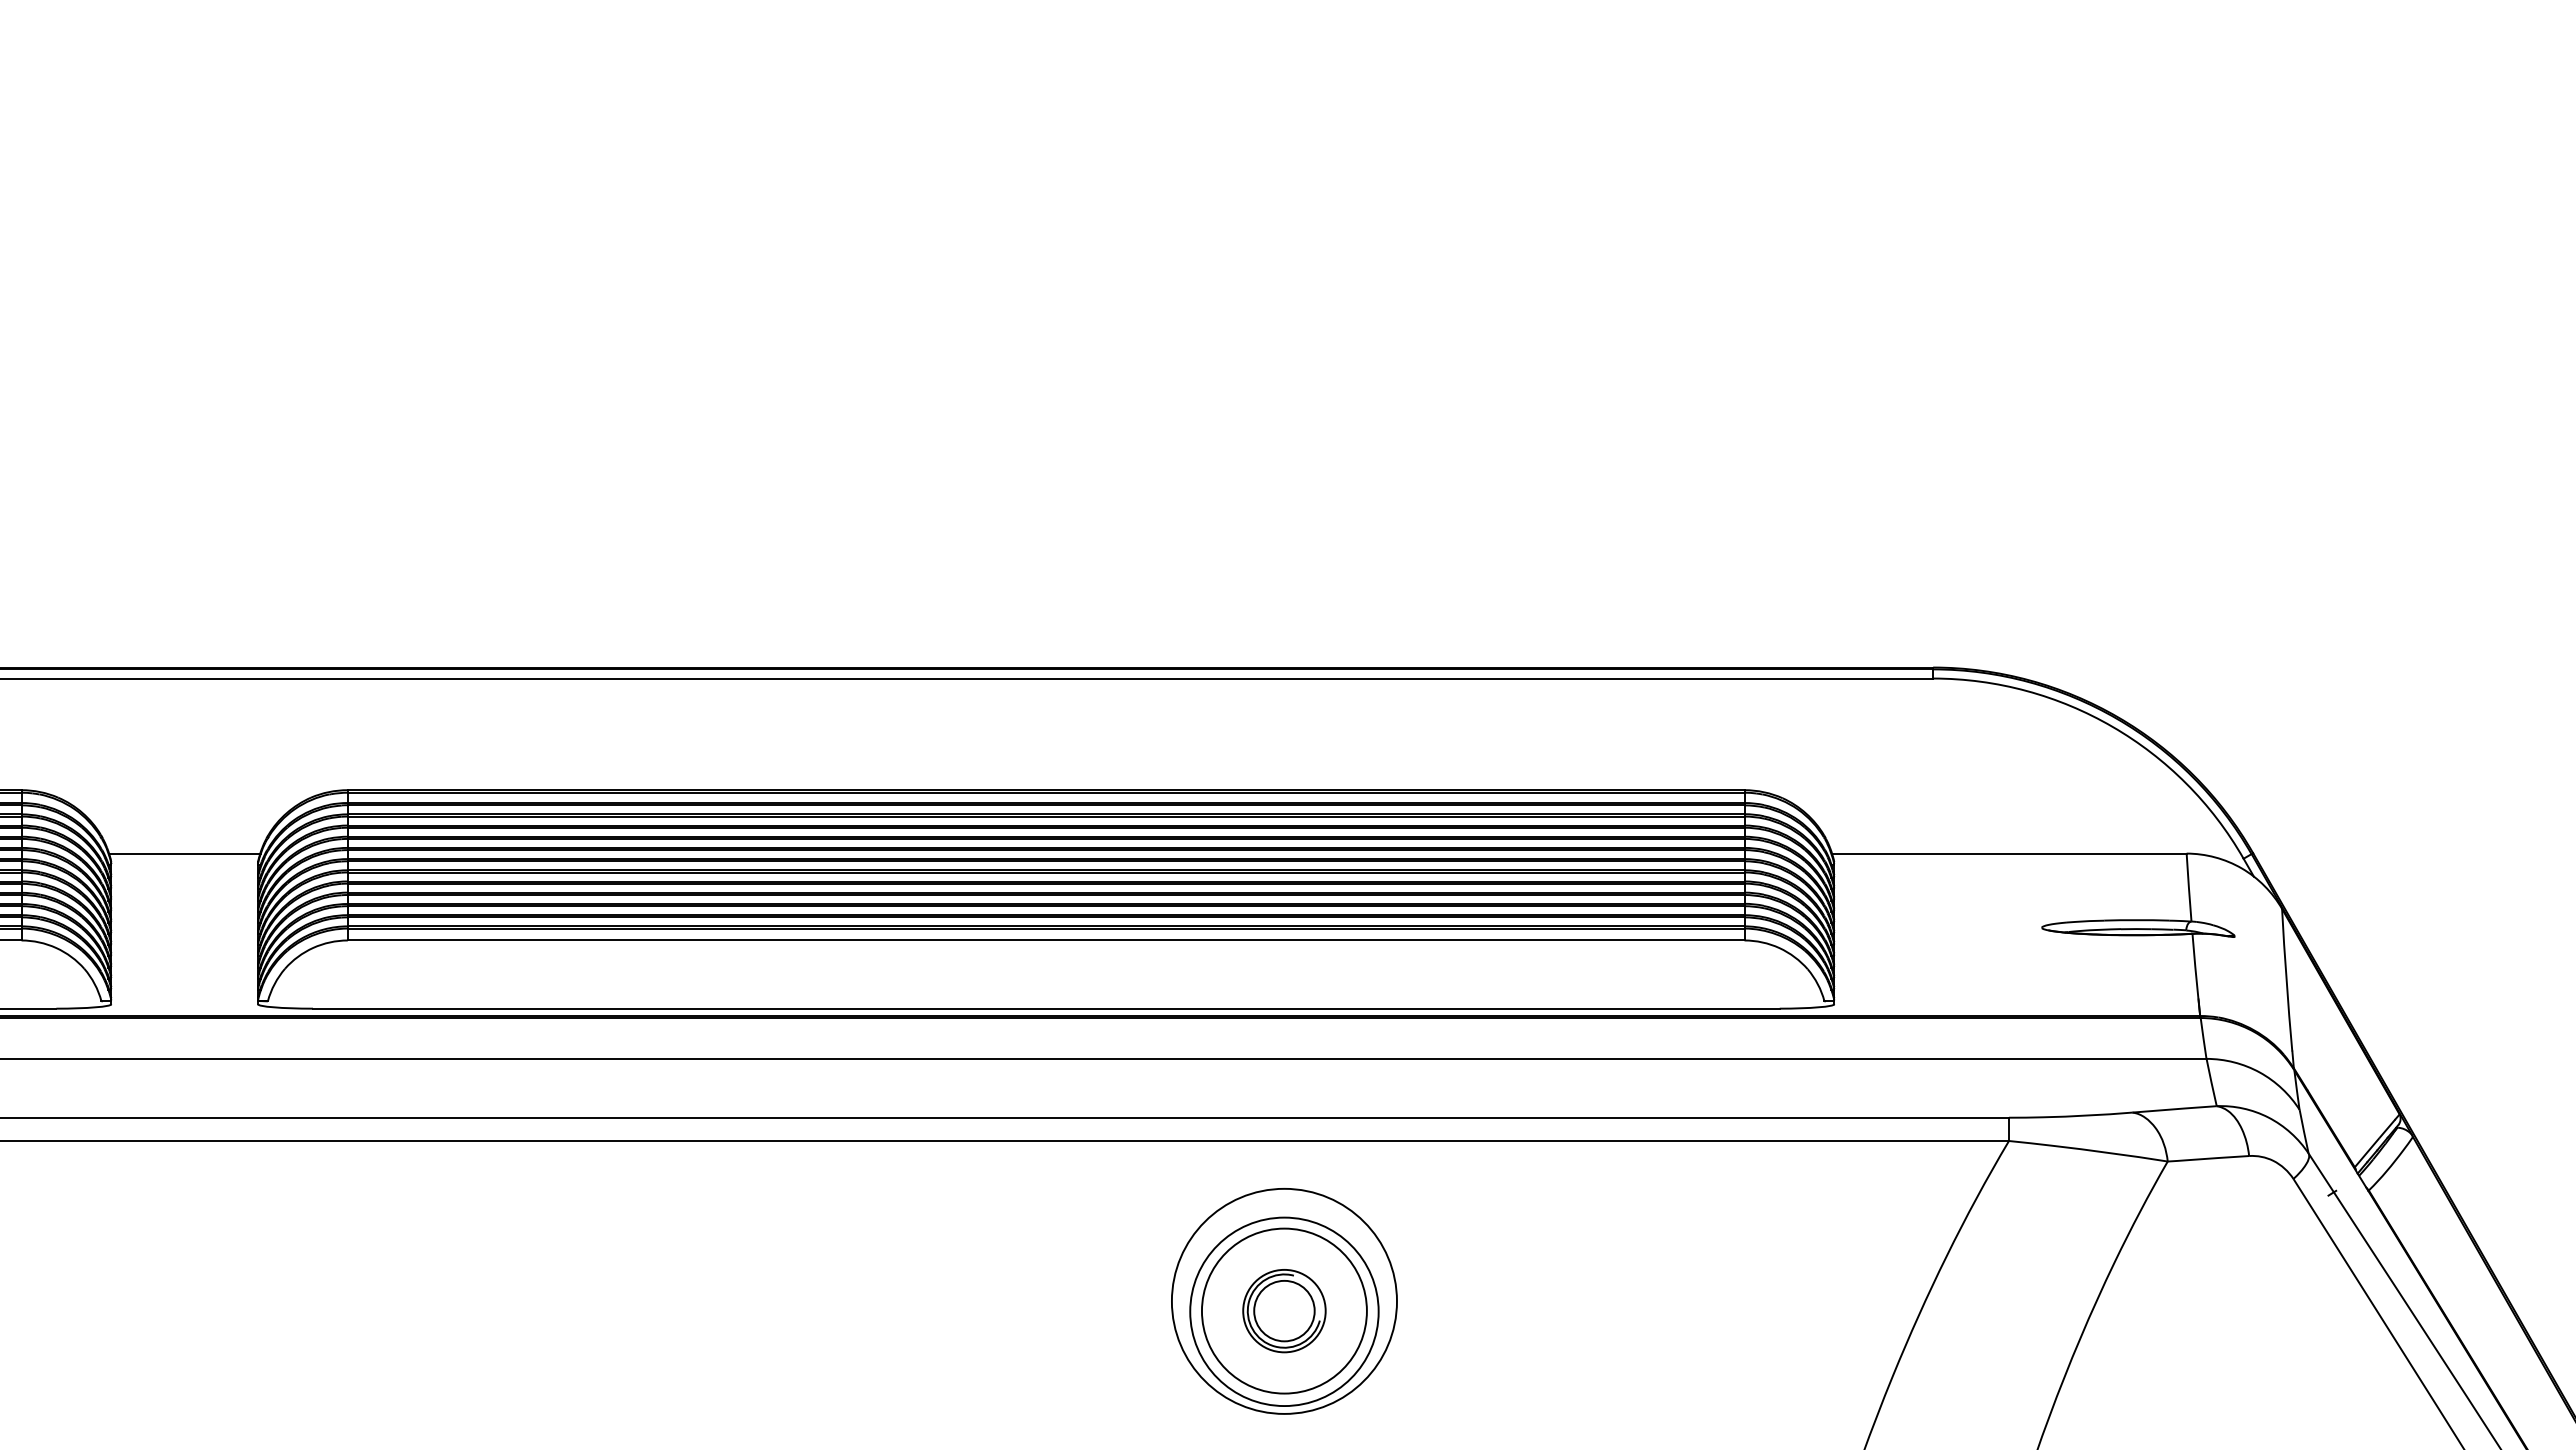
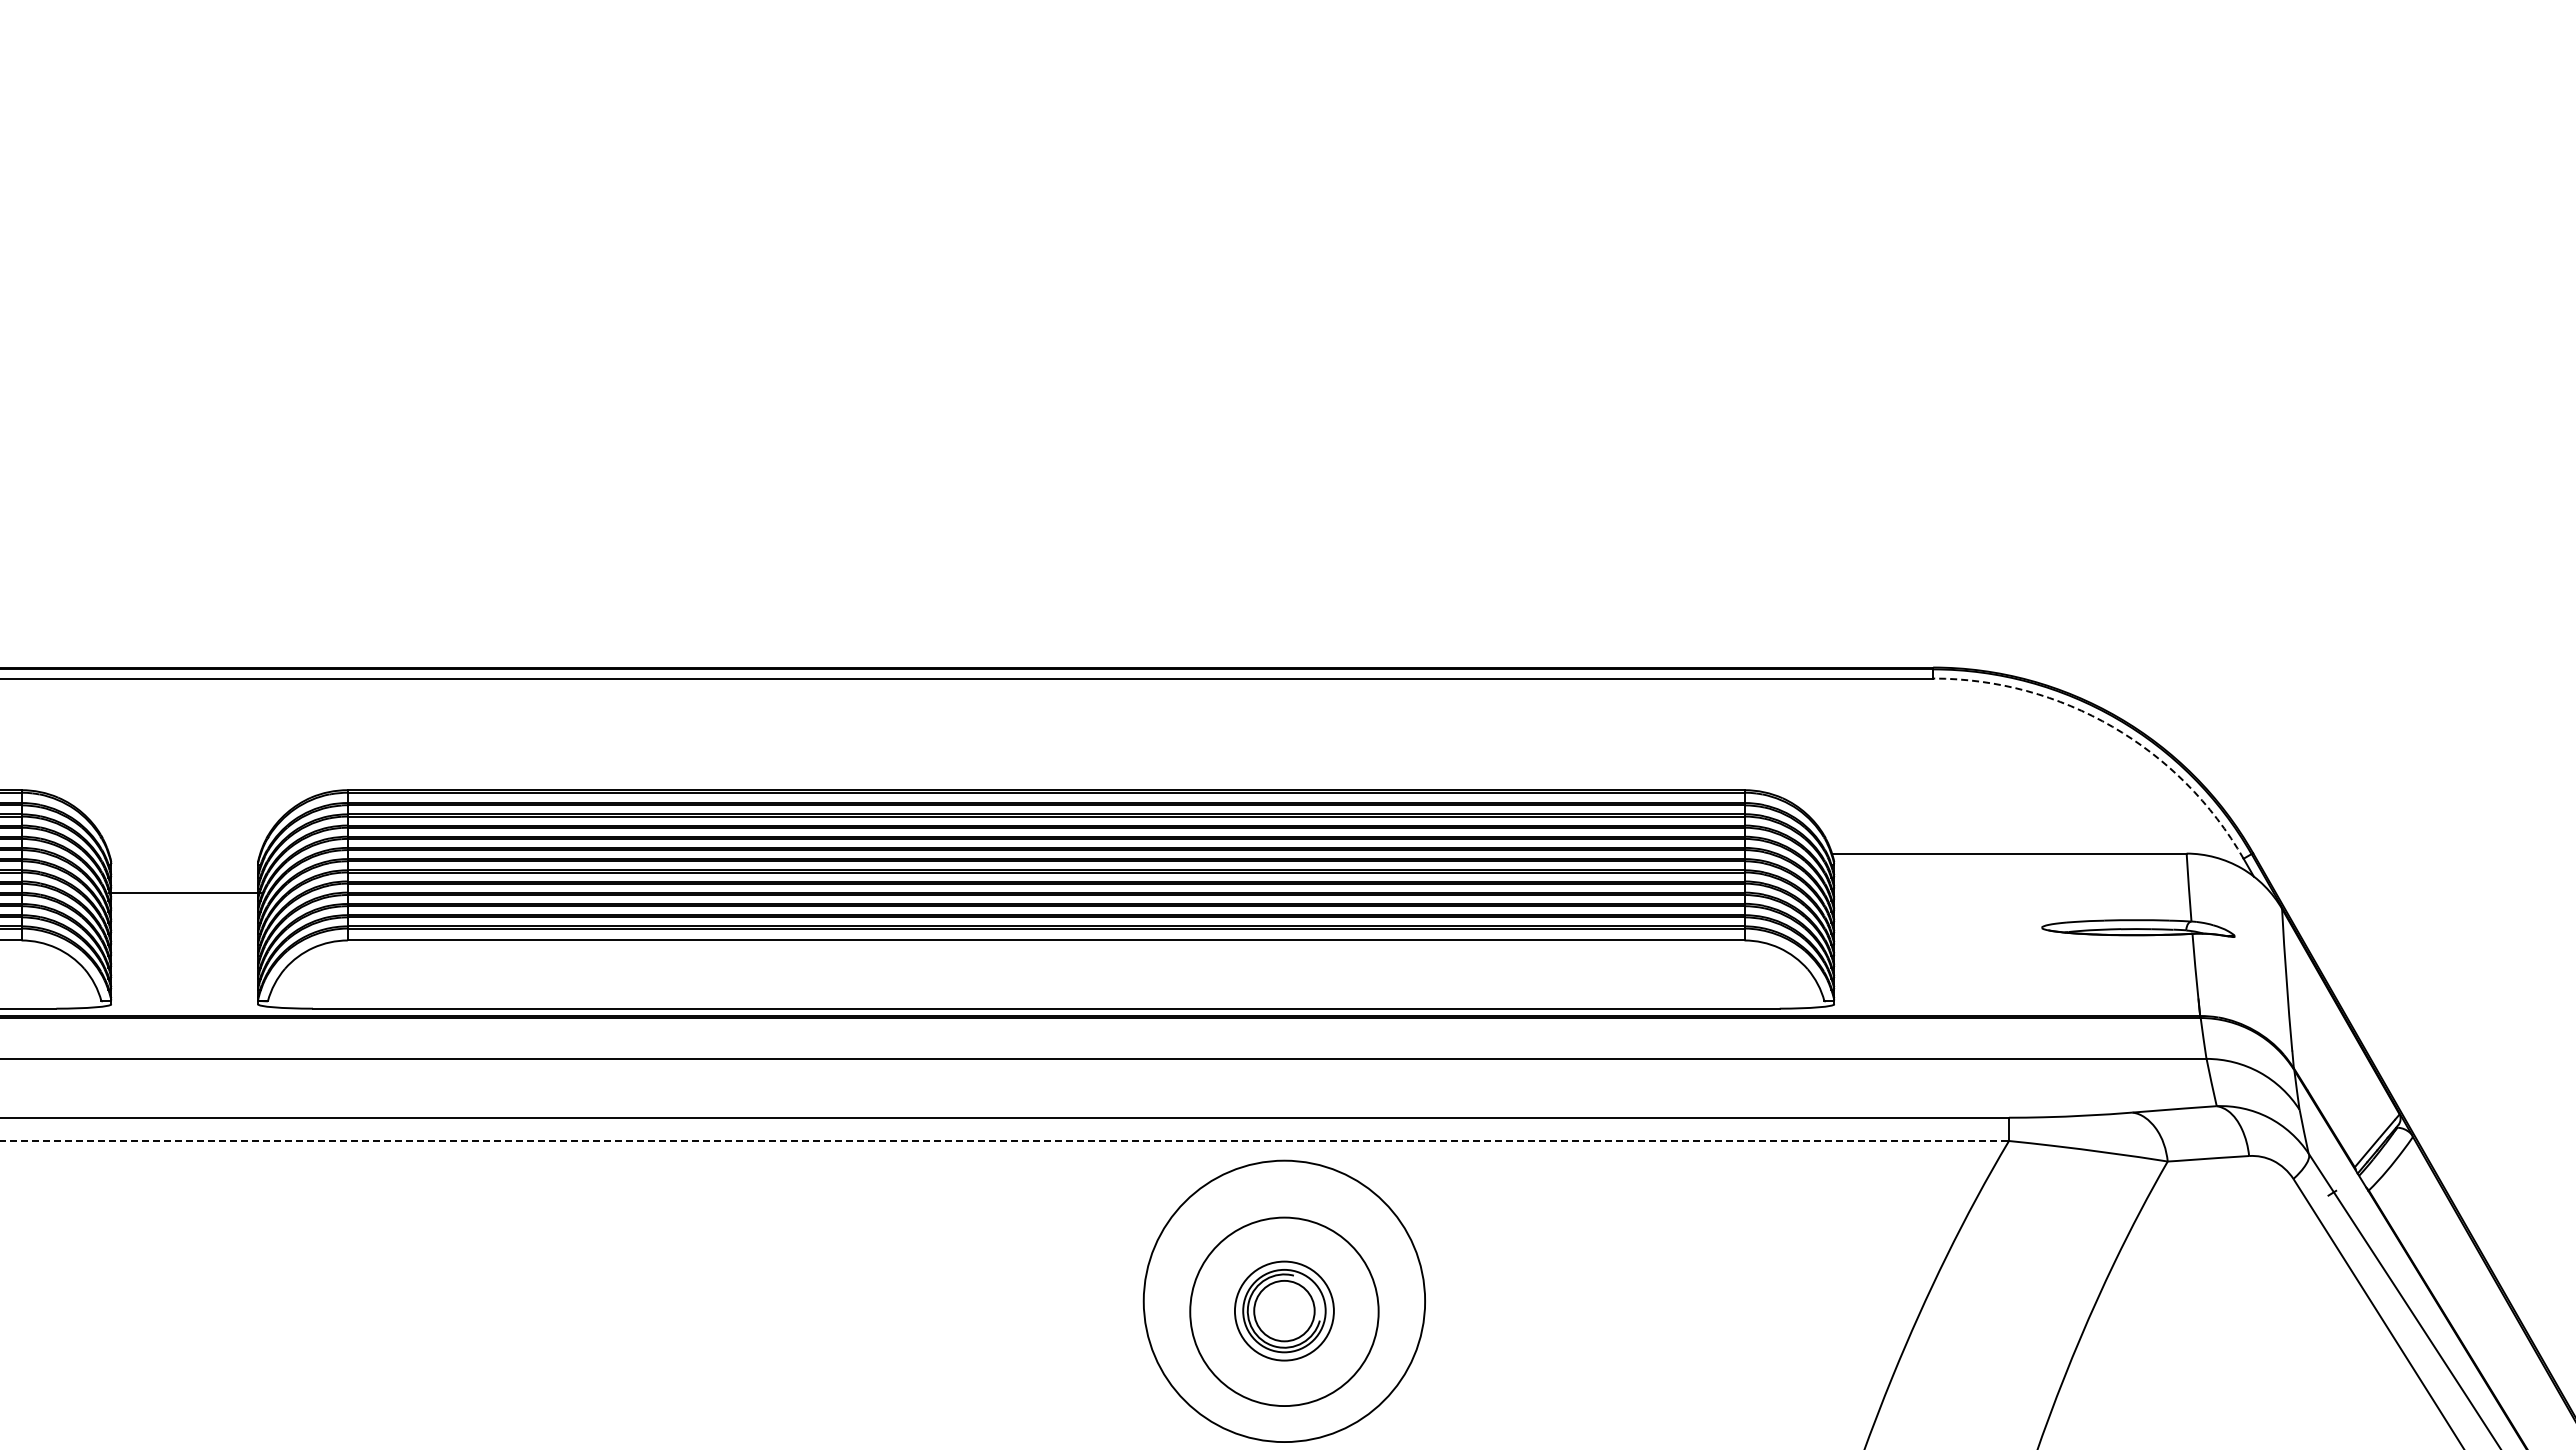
arc at (2112, 726): solid -> dashed
line at (185, 853) position: (185, 853) -> (185, 892)
line at (1005, 1141): solid -> dashed
circle at (1284, 1300) diameter: 225 px -> 281 px
circle at (1283, 1310) diameter: 165 px -> 99 px
